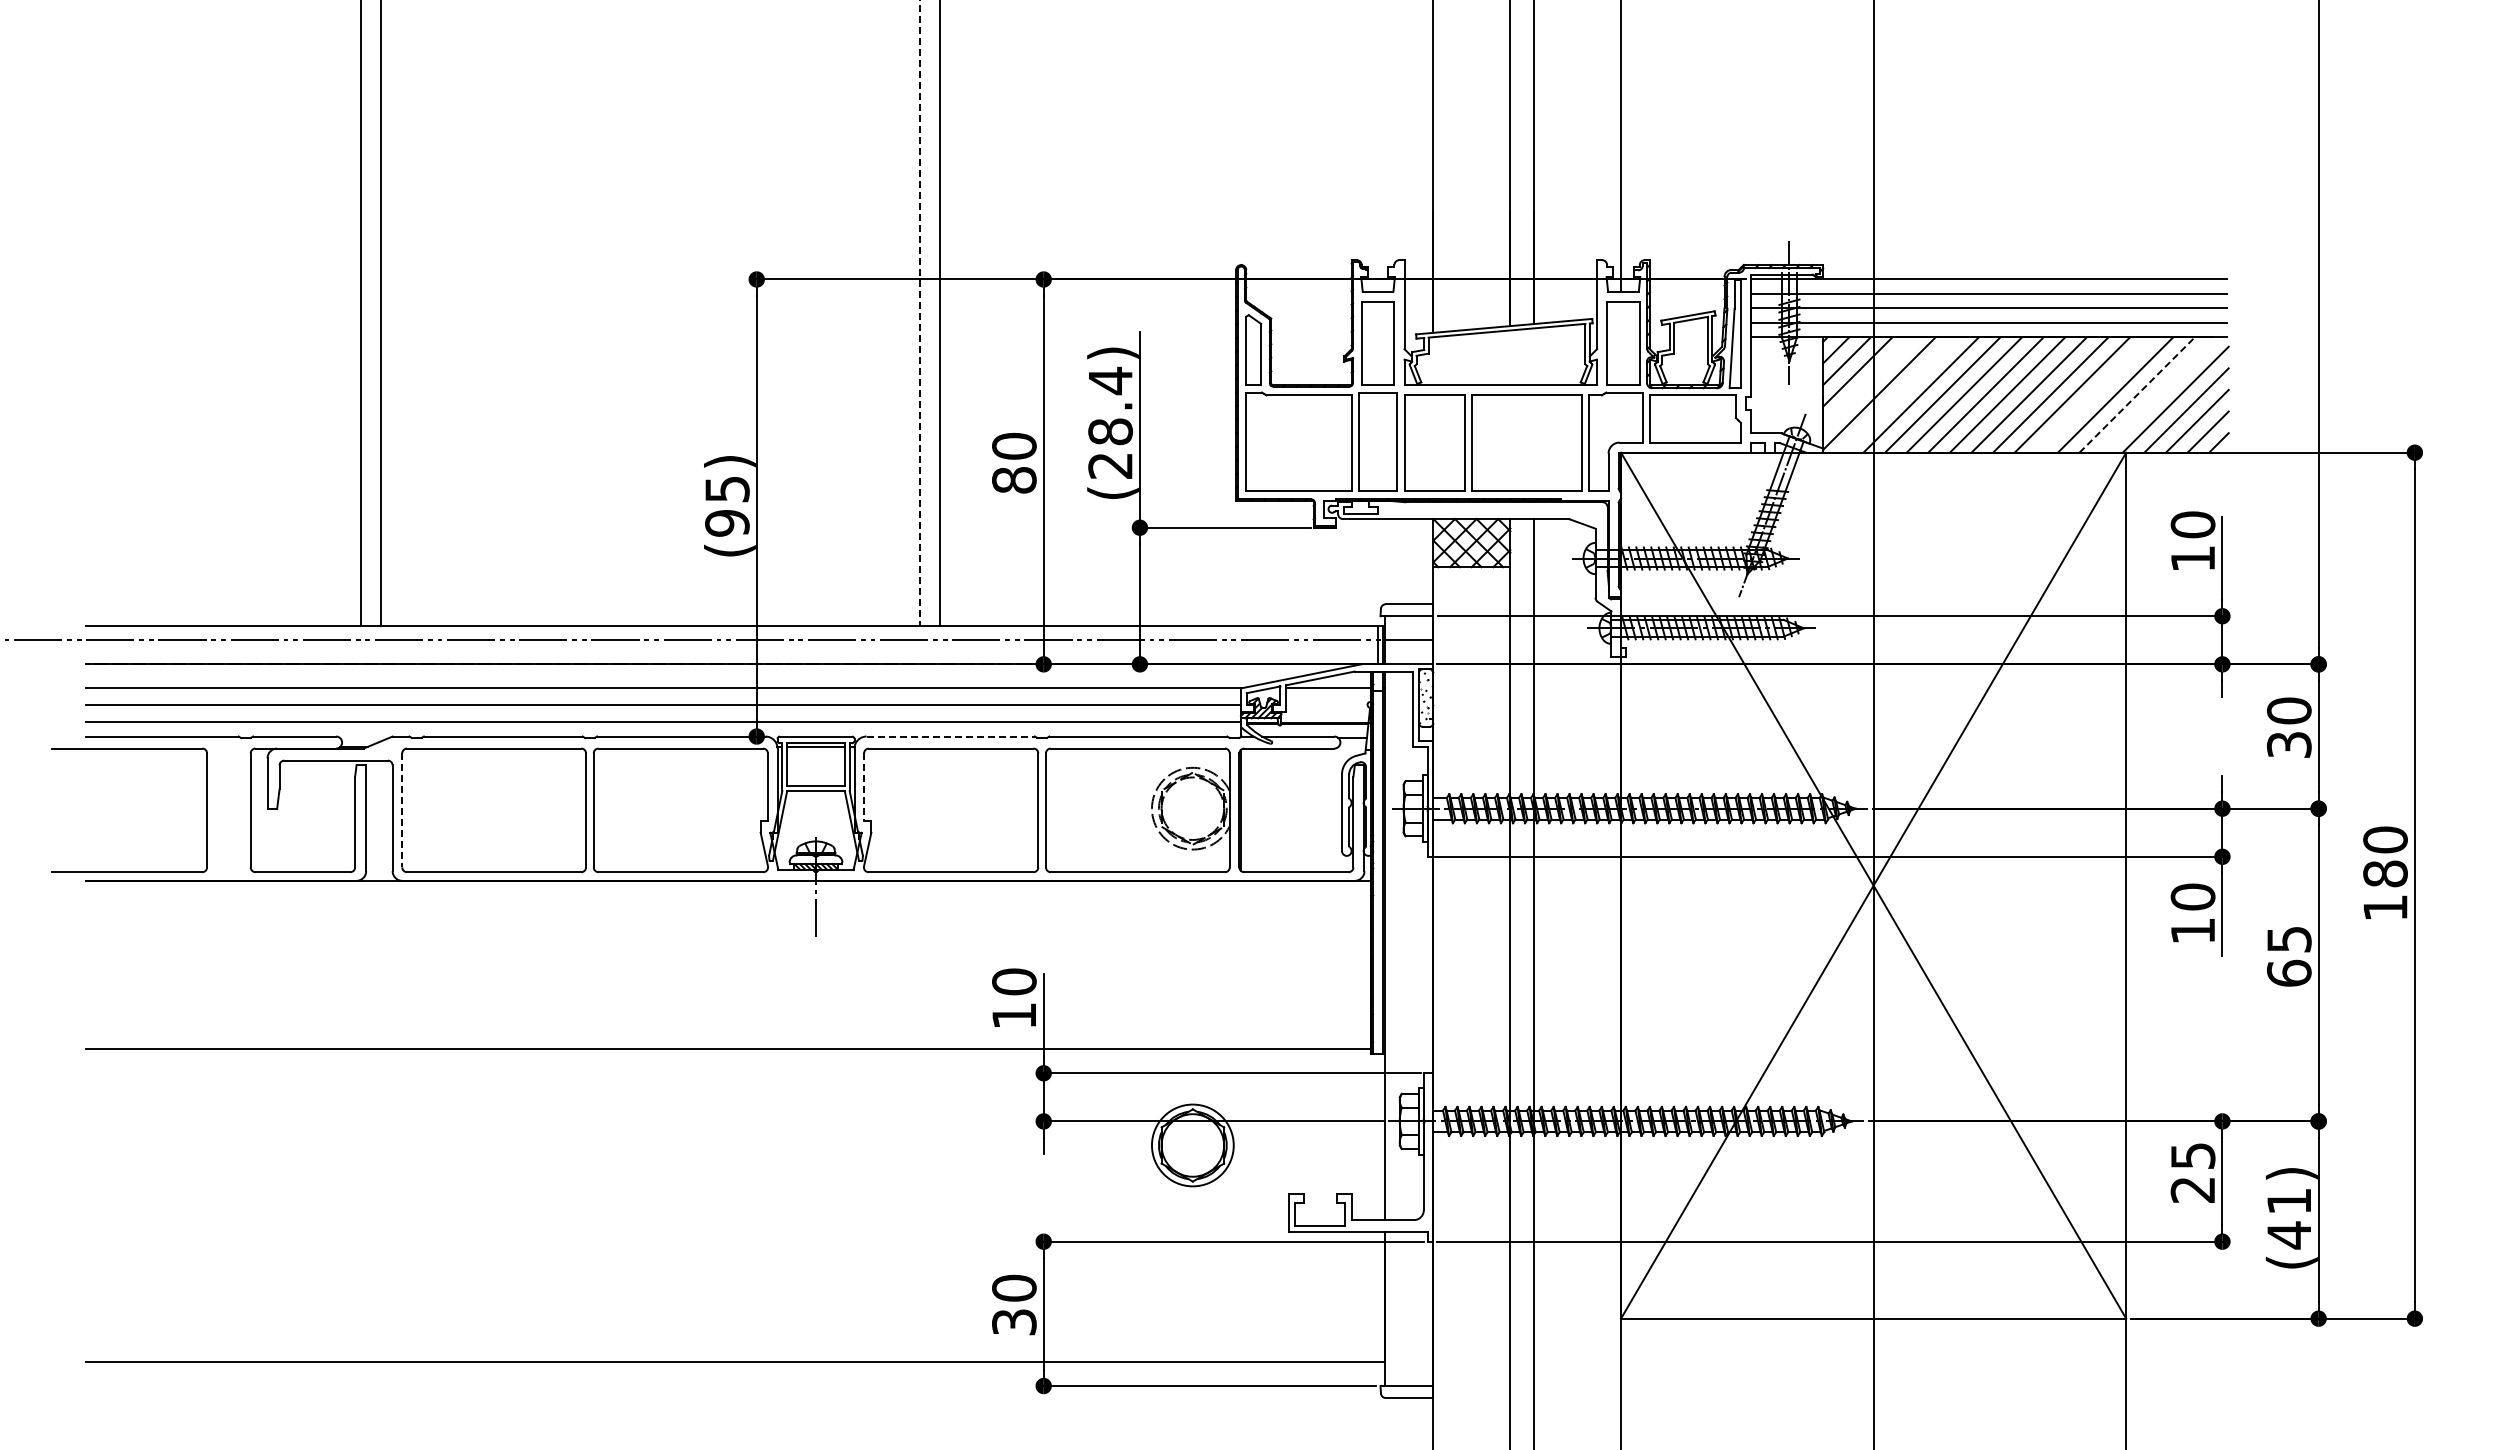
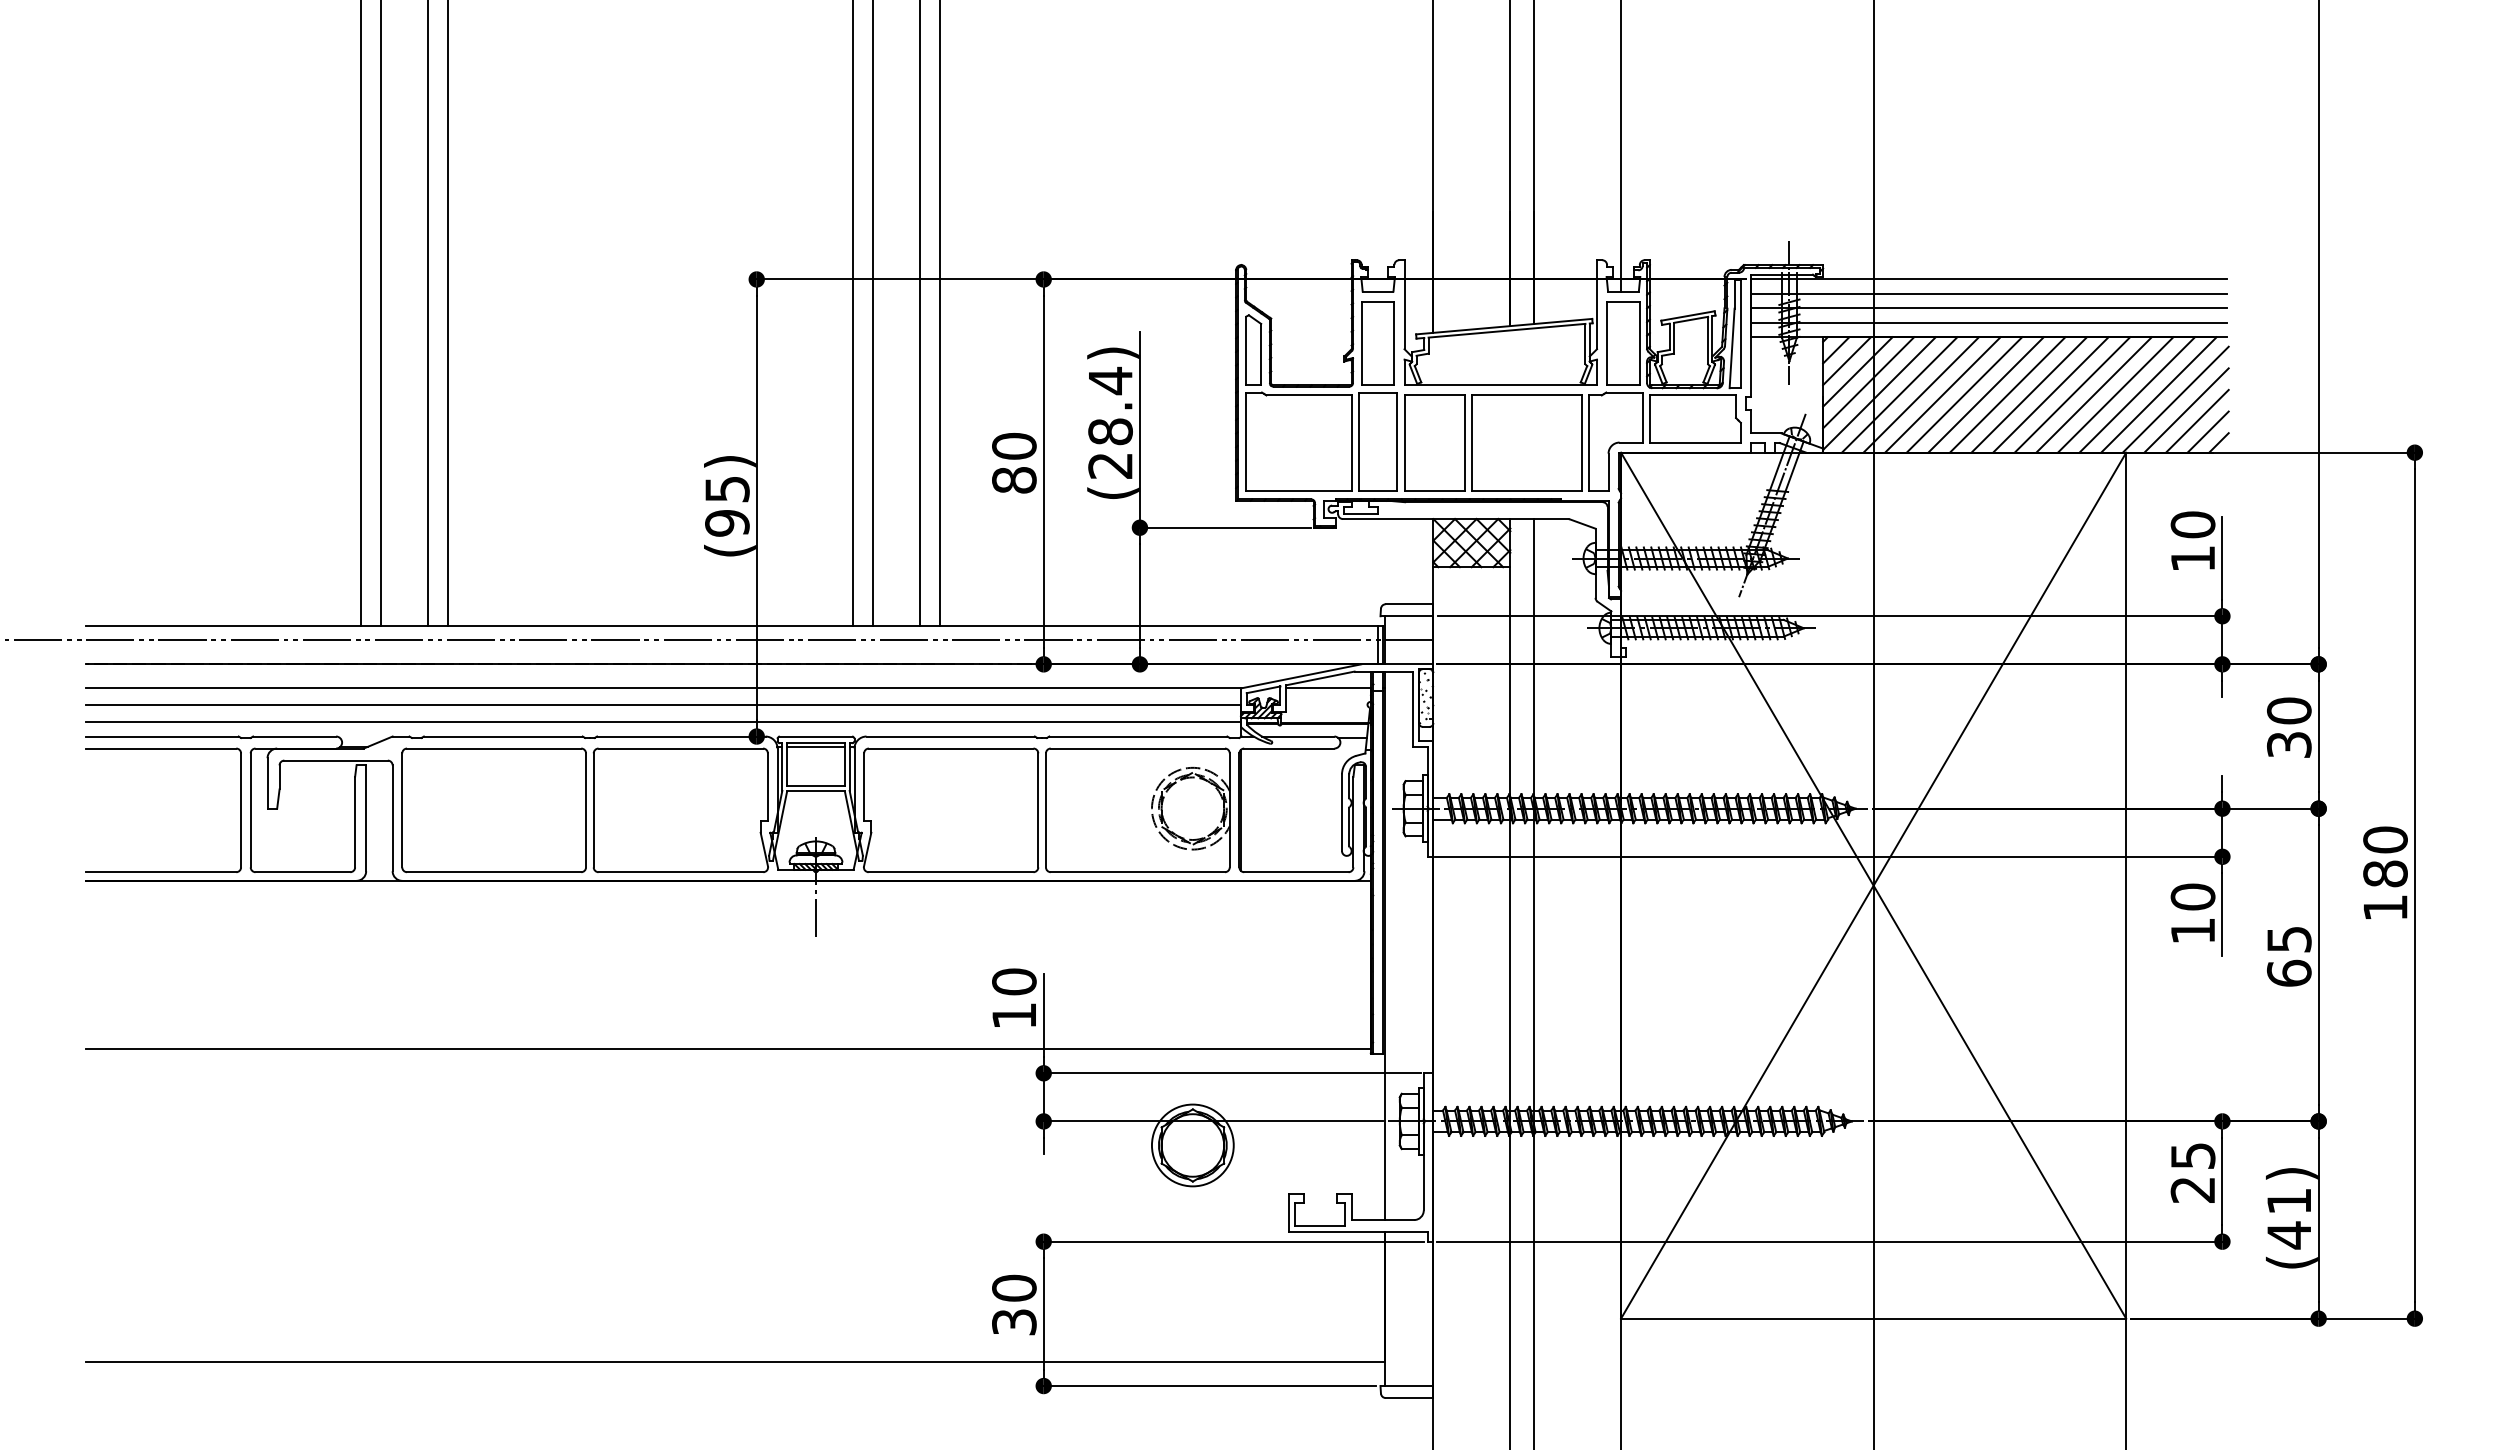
line at (428, 313): none -> present
line at (447, 313): none -> present
line at (852, 313): none -> present
line at (872, 313): none -> present
line at (920, 313): dashed -> solid
line at (1868, 382): none -> present
line at (1899, 394): none -> present
line at (2093, 394): none -> present
line at (2137, 394): dashed -> solid
line at (2158, 394): none -> present
line at (951, 736): dashed -> solid
part at (129, 749) position: (129, 749) -> (163, 749)
line at (864, 787): dashed -> solid
line at (402, 810): dashed -> solid
